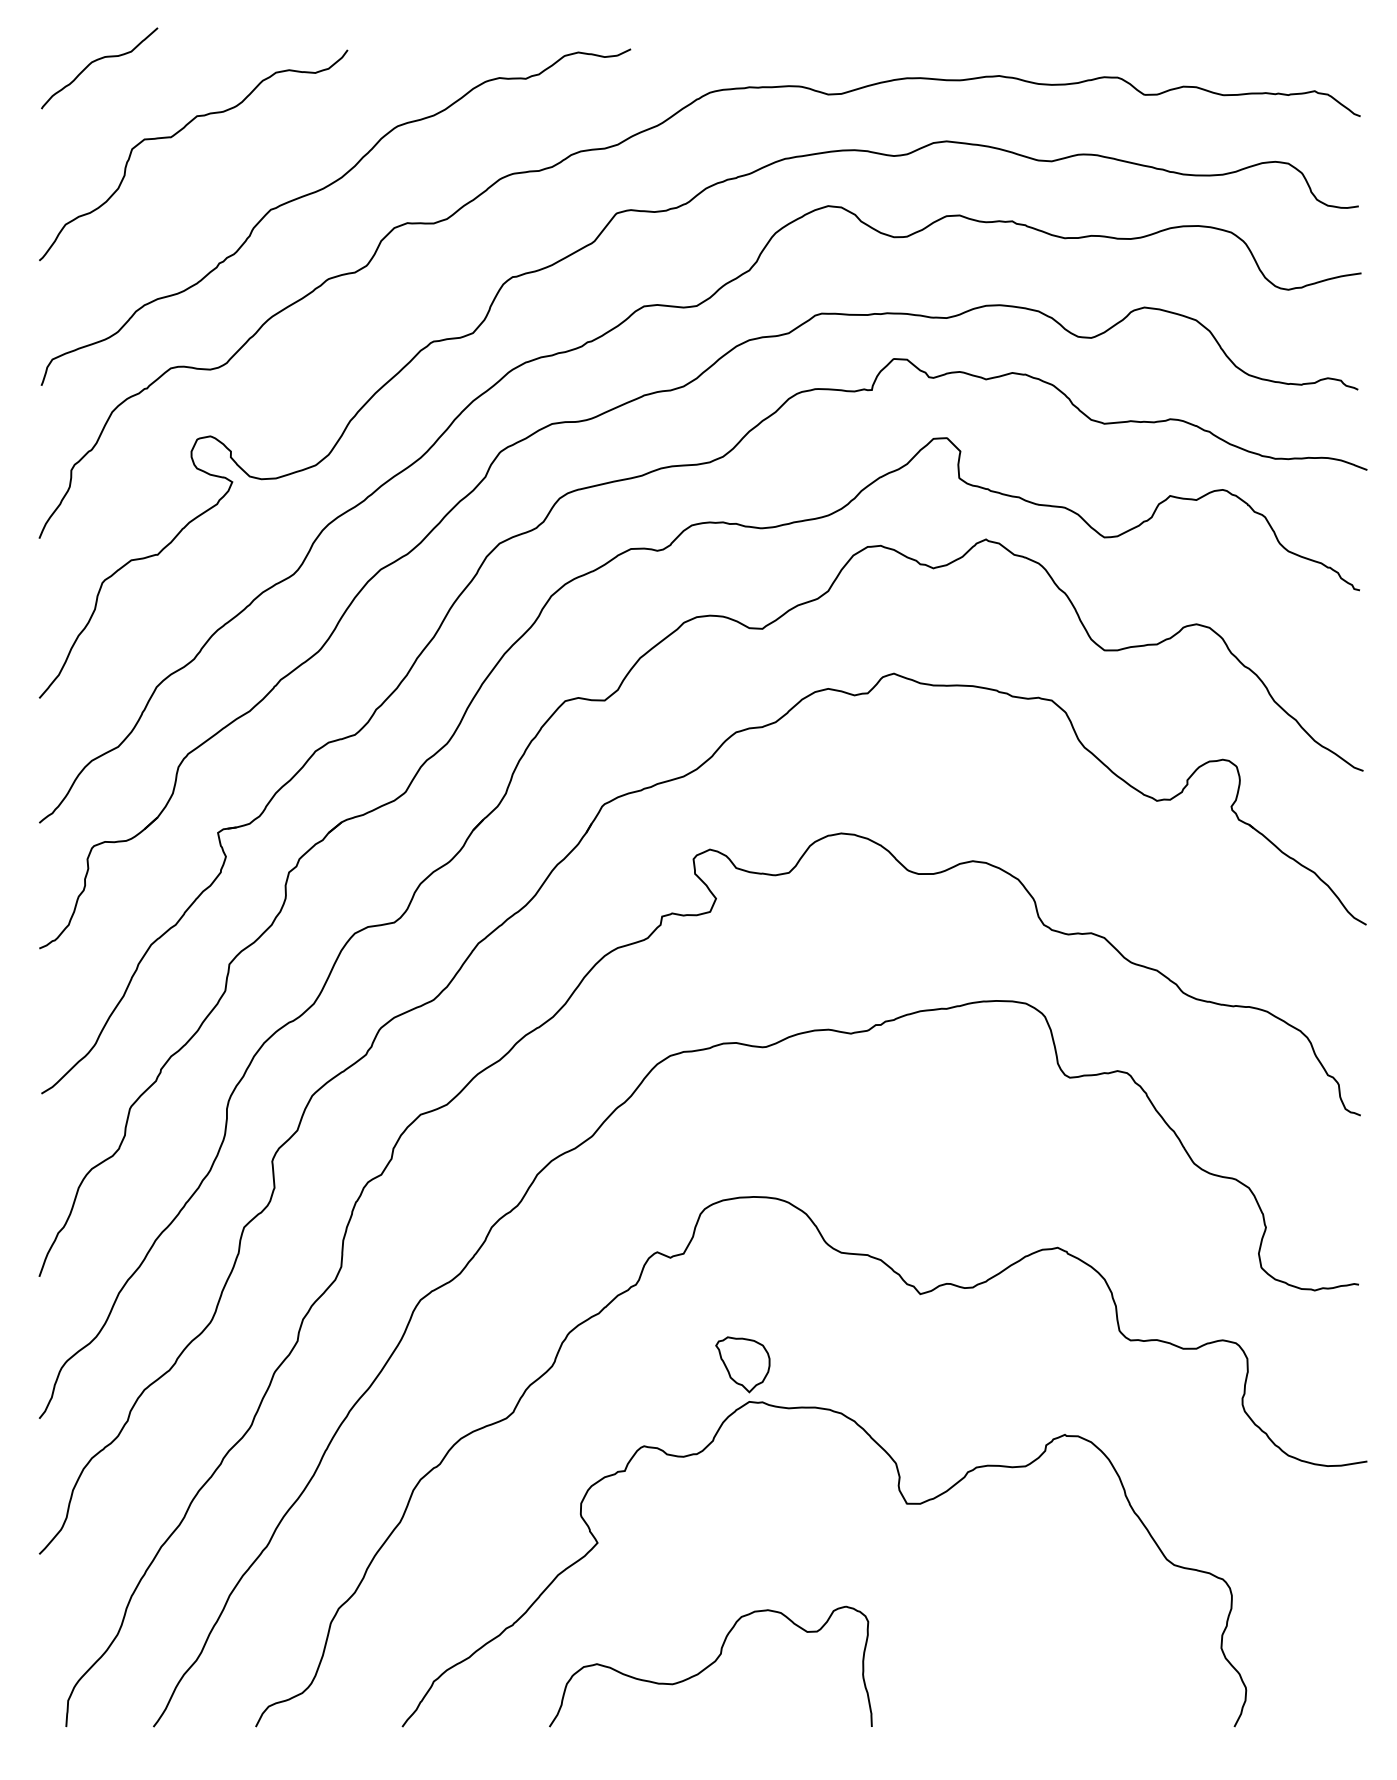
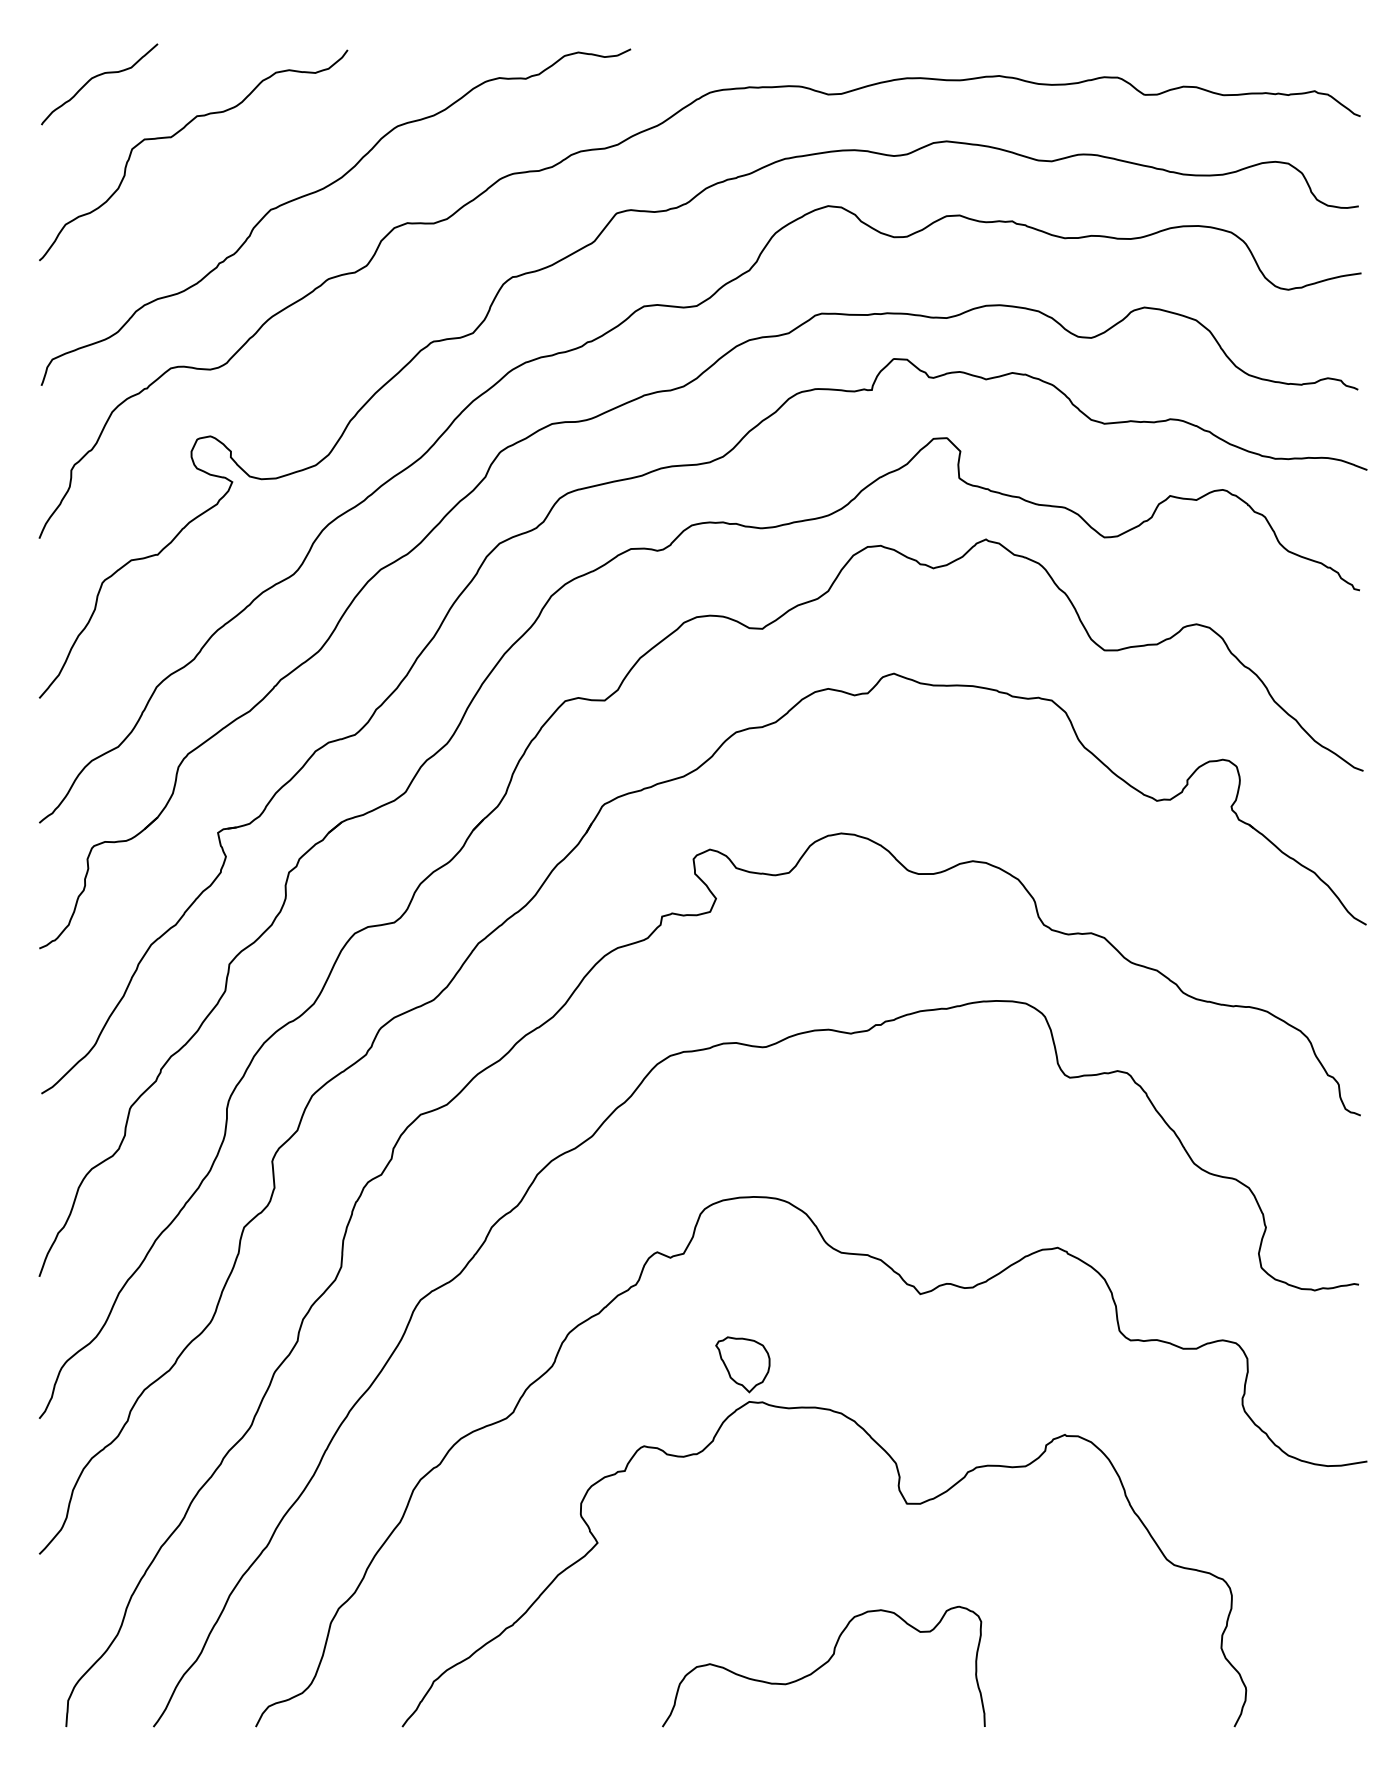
curve at (96, 61) position: (96, 61) -> (96, 77)
curve at (710, 1666) position: (710, 1666) -> (823, 1666)
